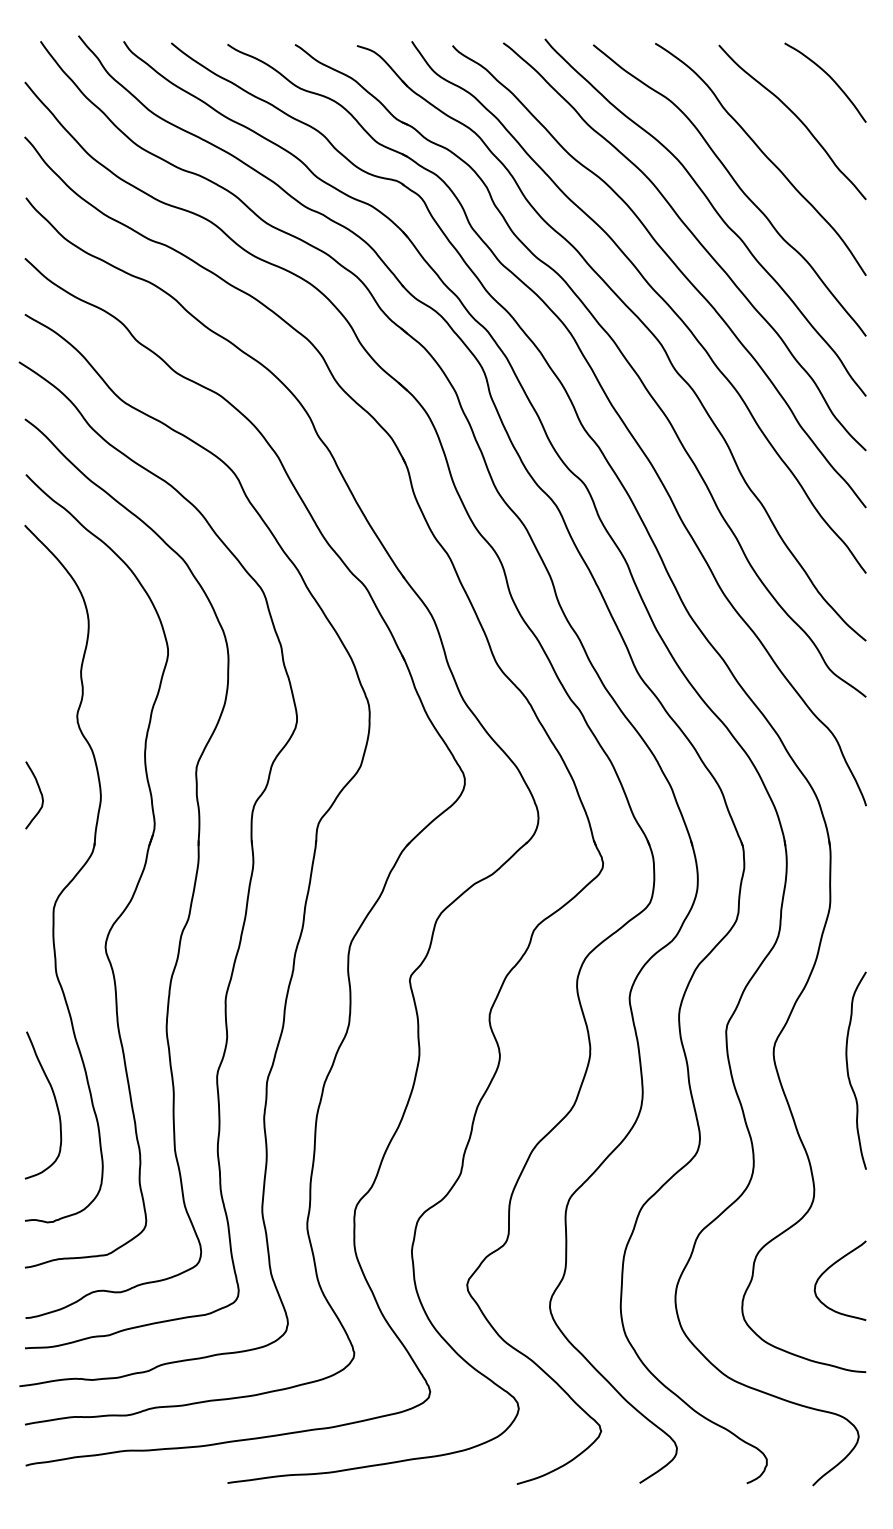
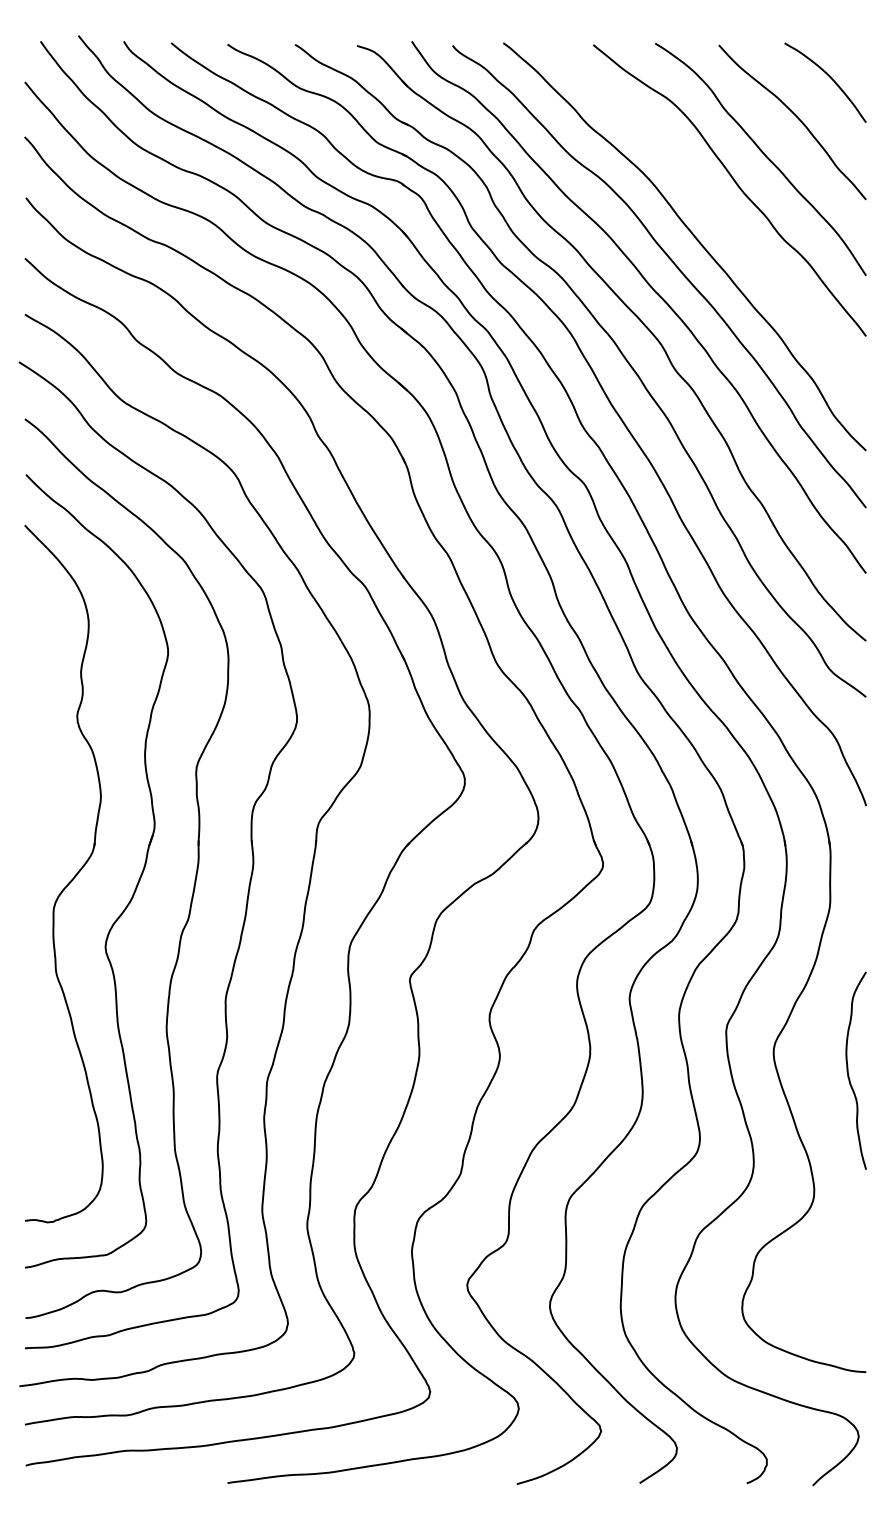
curve at (715, 212): present -> none
curve at (40, 794): present -> none
curve at (54, 1100): present -> none
curve at (828, 1269): present -> none
